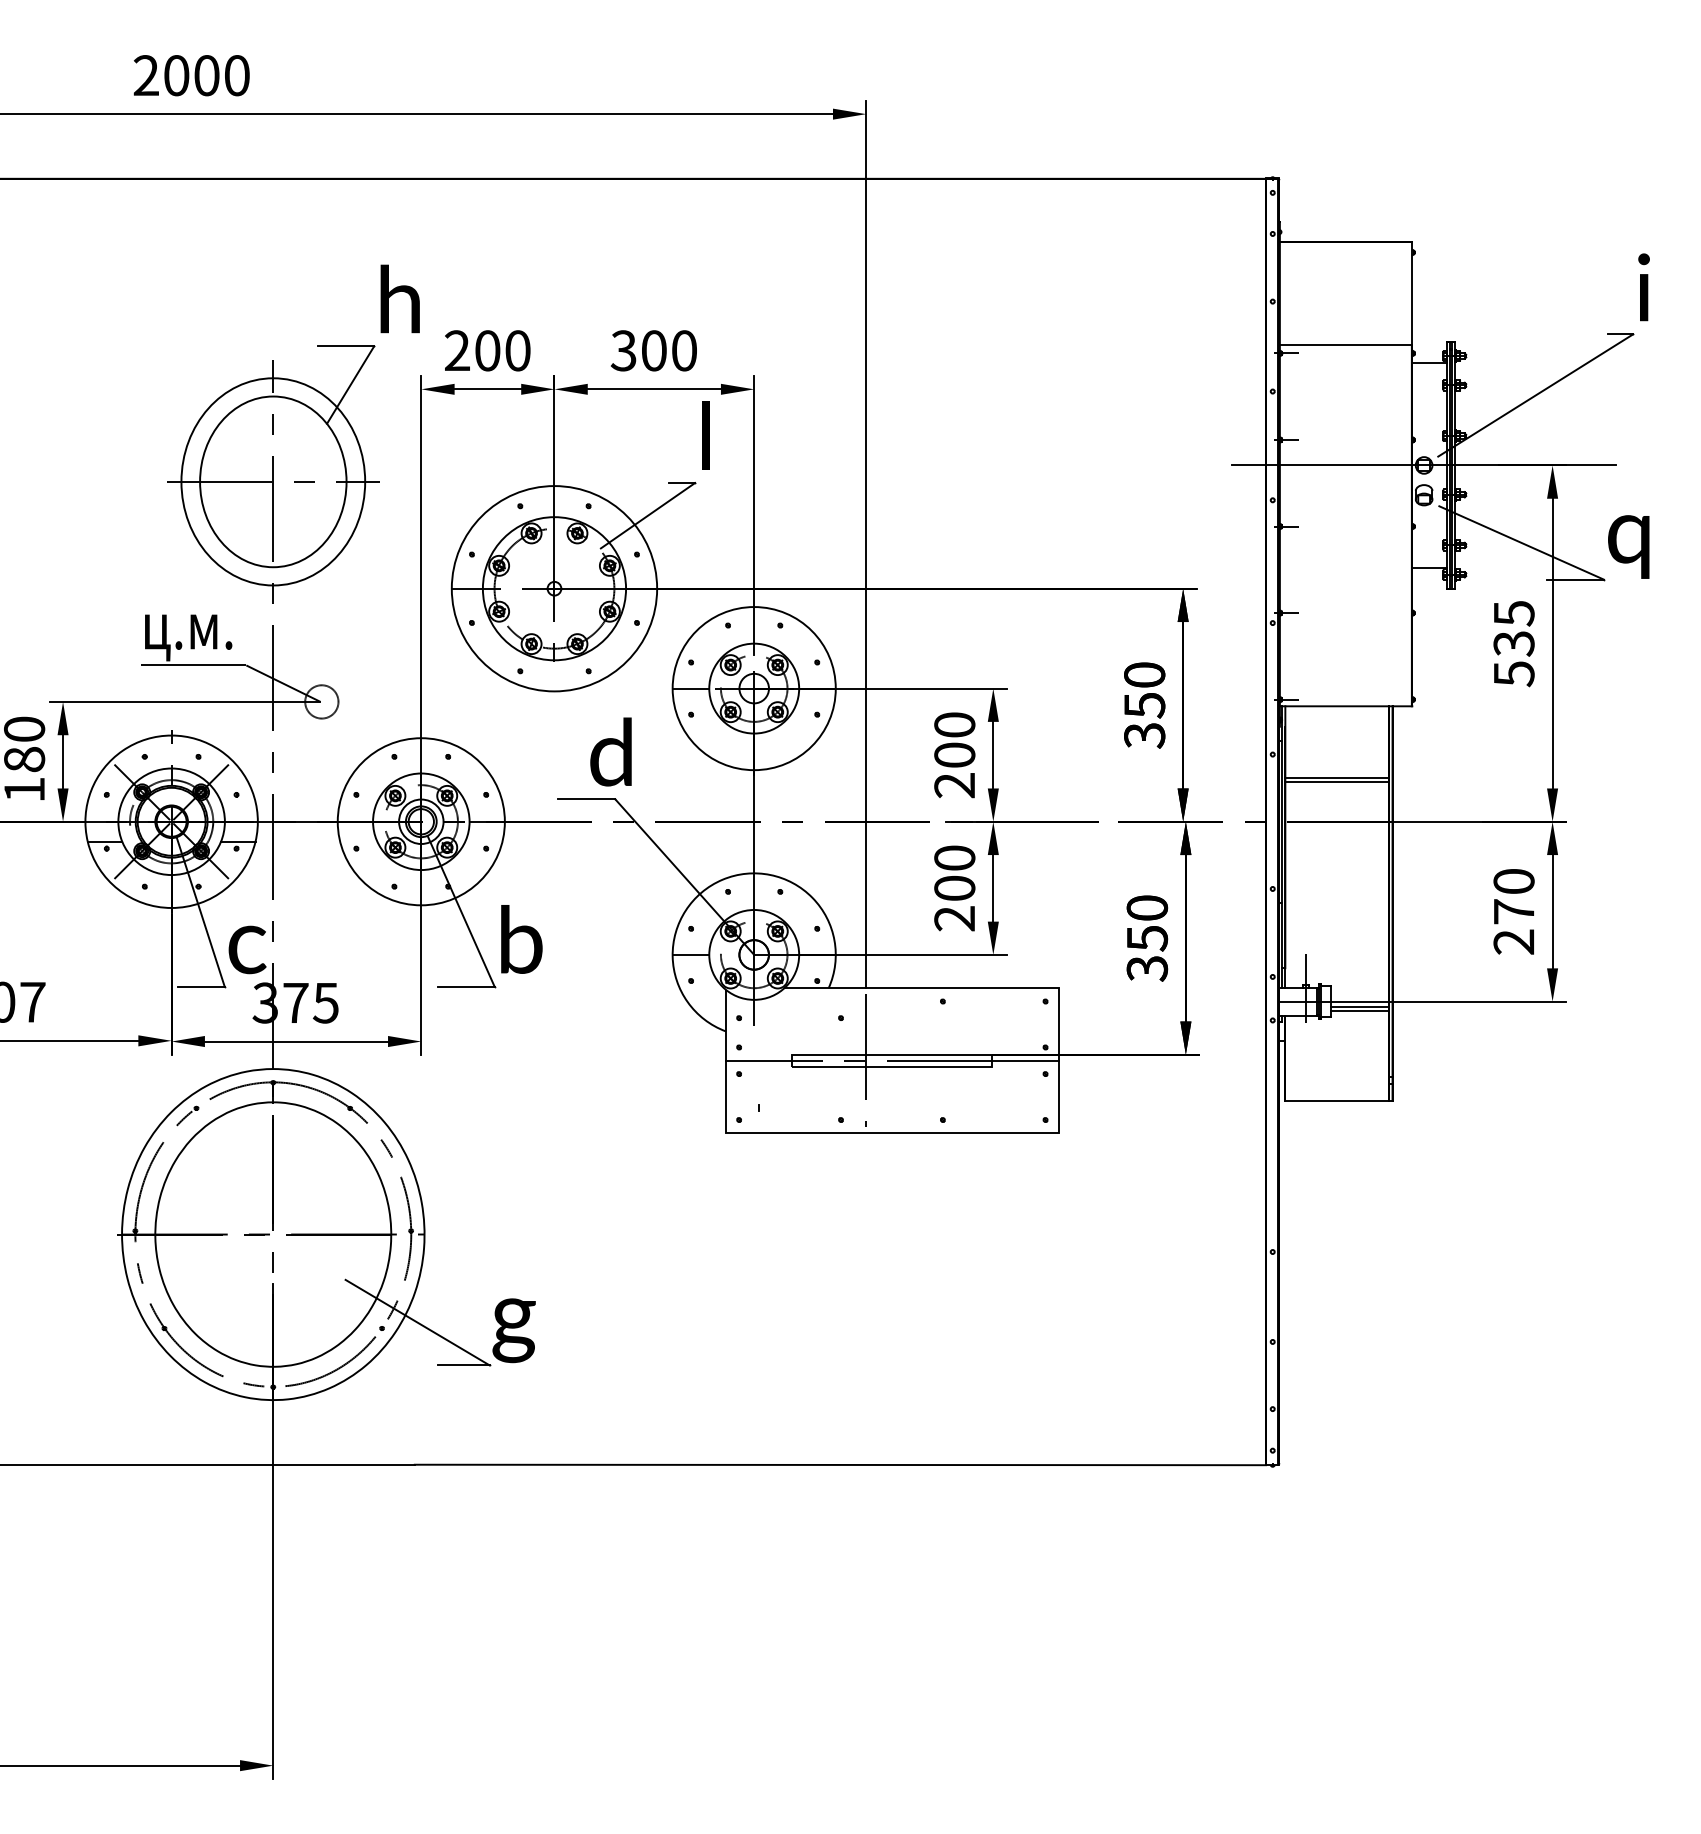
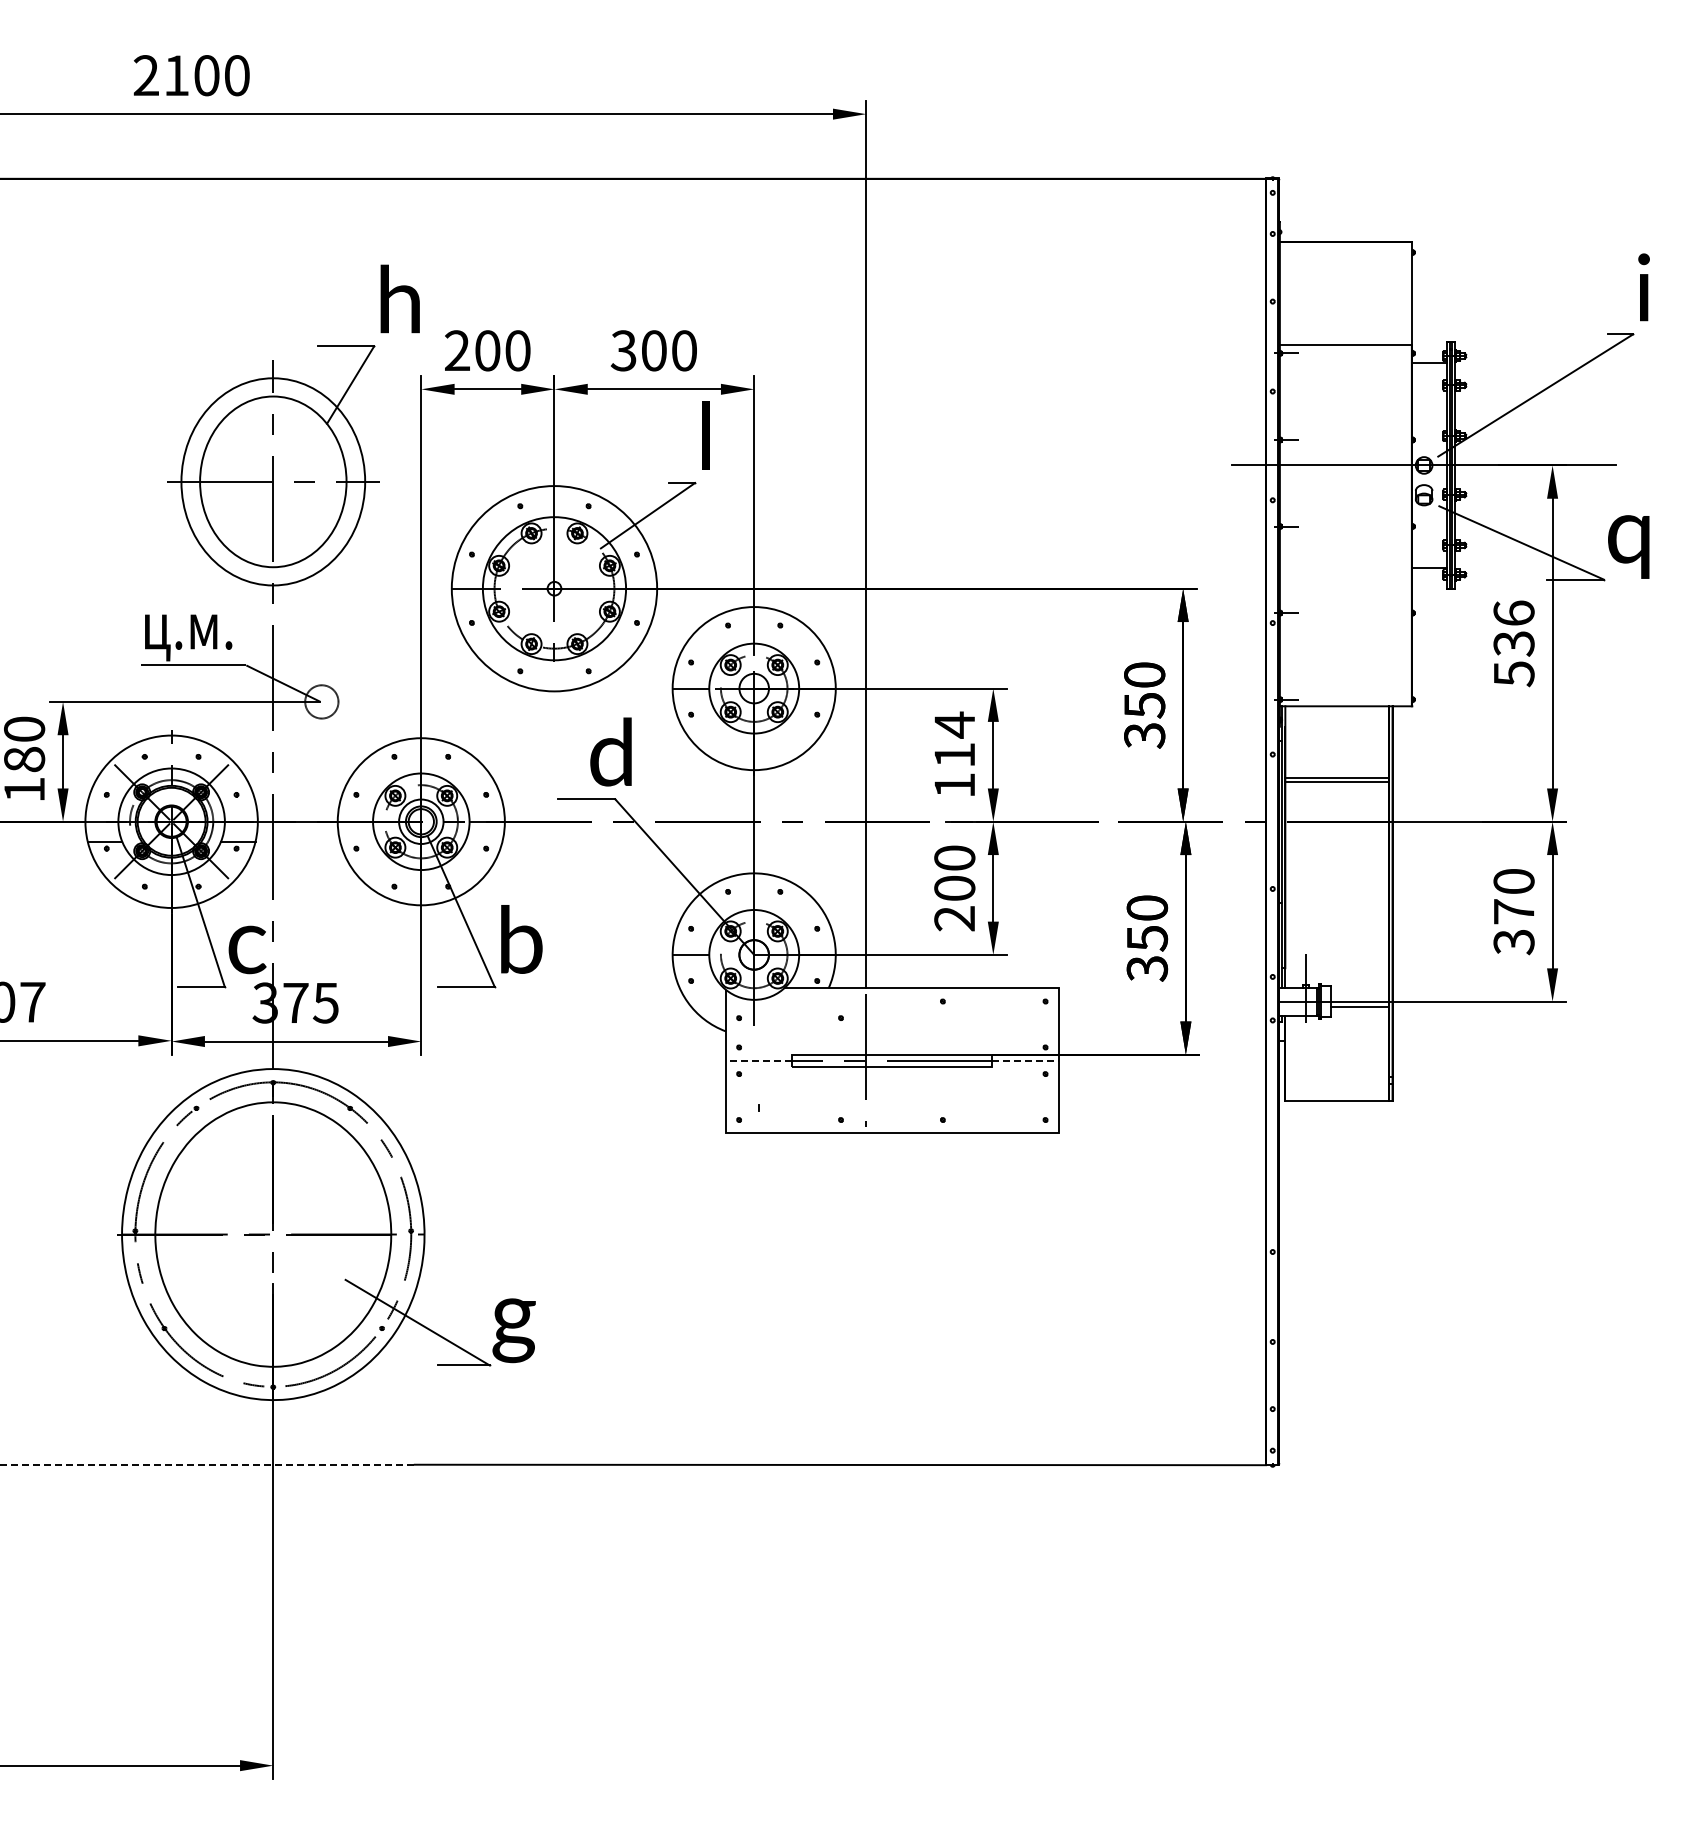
text at (176, 75): 2000 -> 2100
text at (1513, 613): 535 -> 536
text at (954, 754): 200 -> 114
text at (1513, 942): 270 -> 370
line at (1359, 1010): present -> none
line at (758, 1060): solid -> dashed
line at (1026, 1060): solid -> dashed
line at (207, 1464): solid -> dashed
